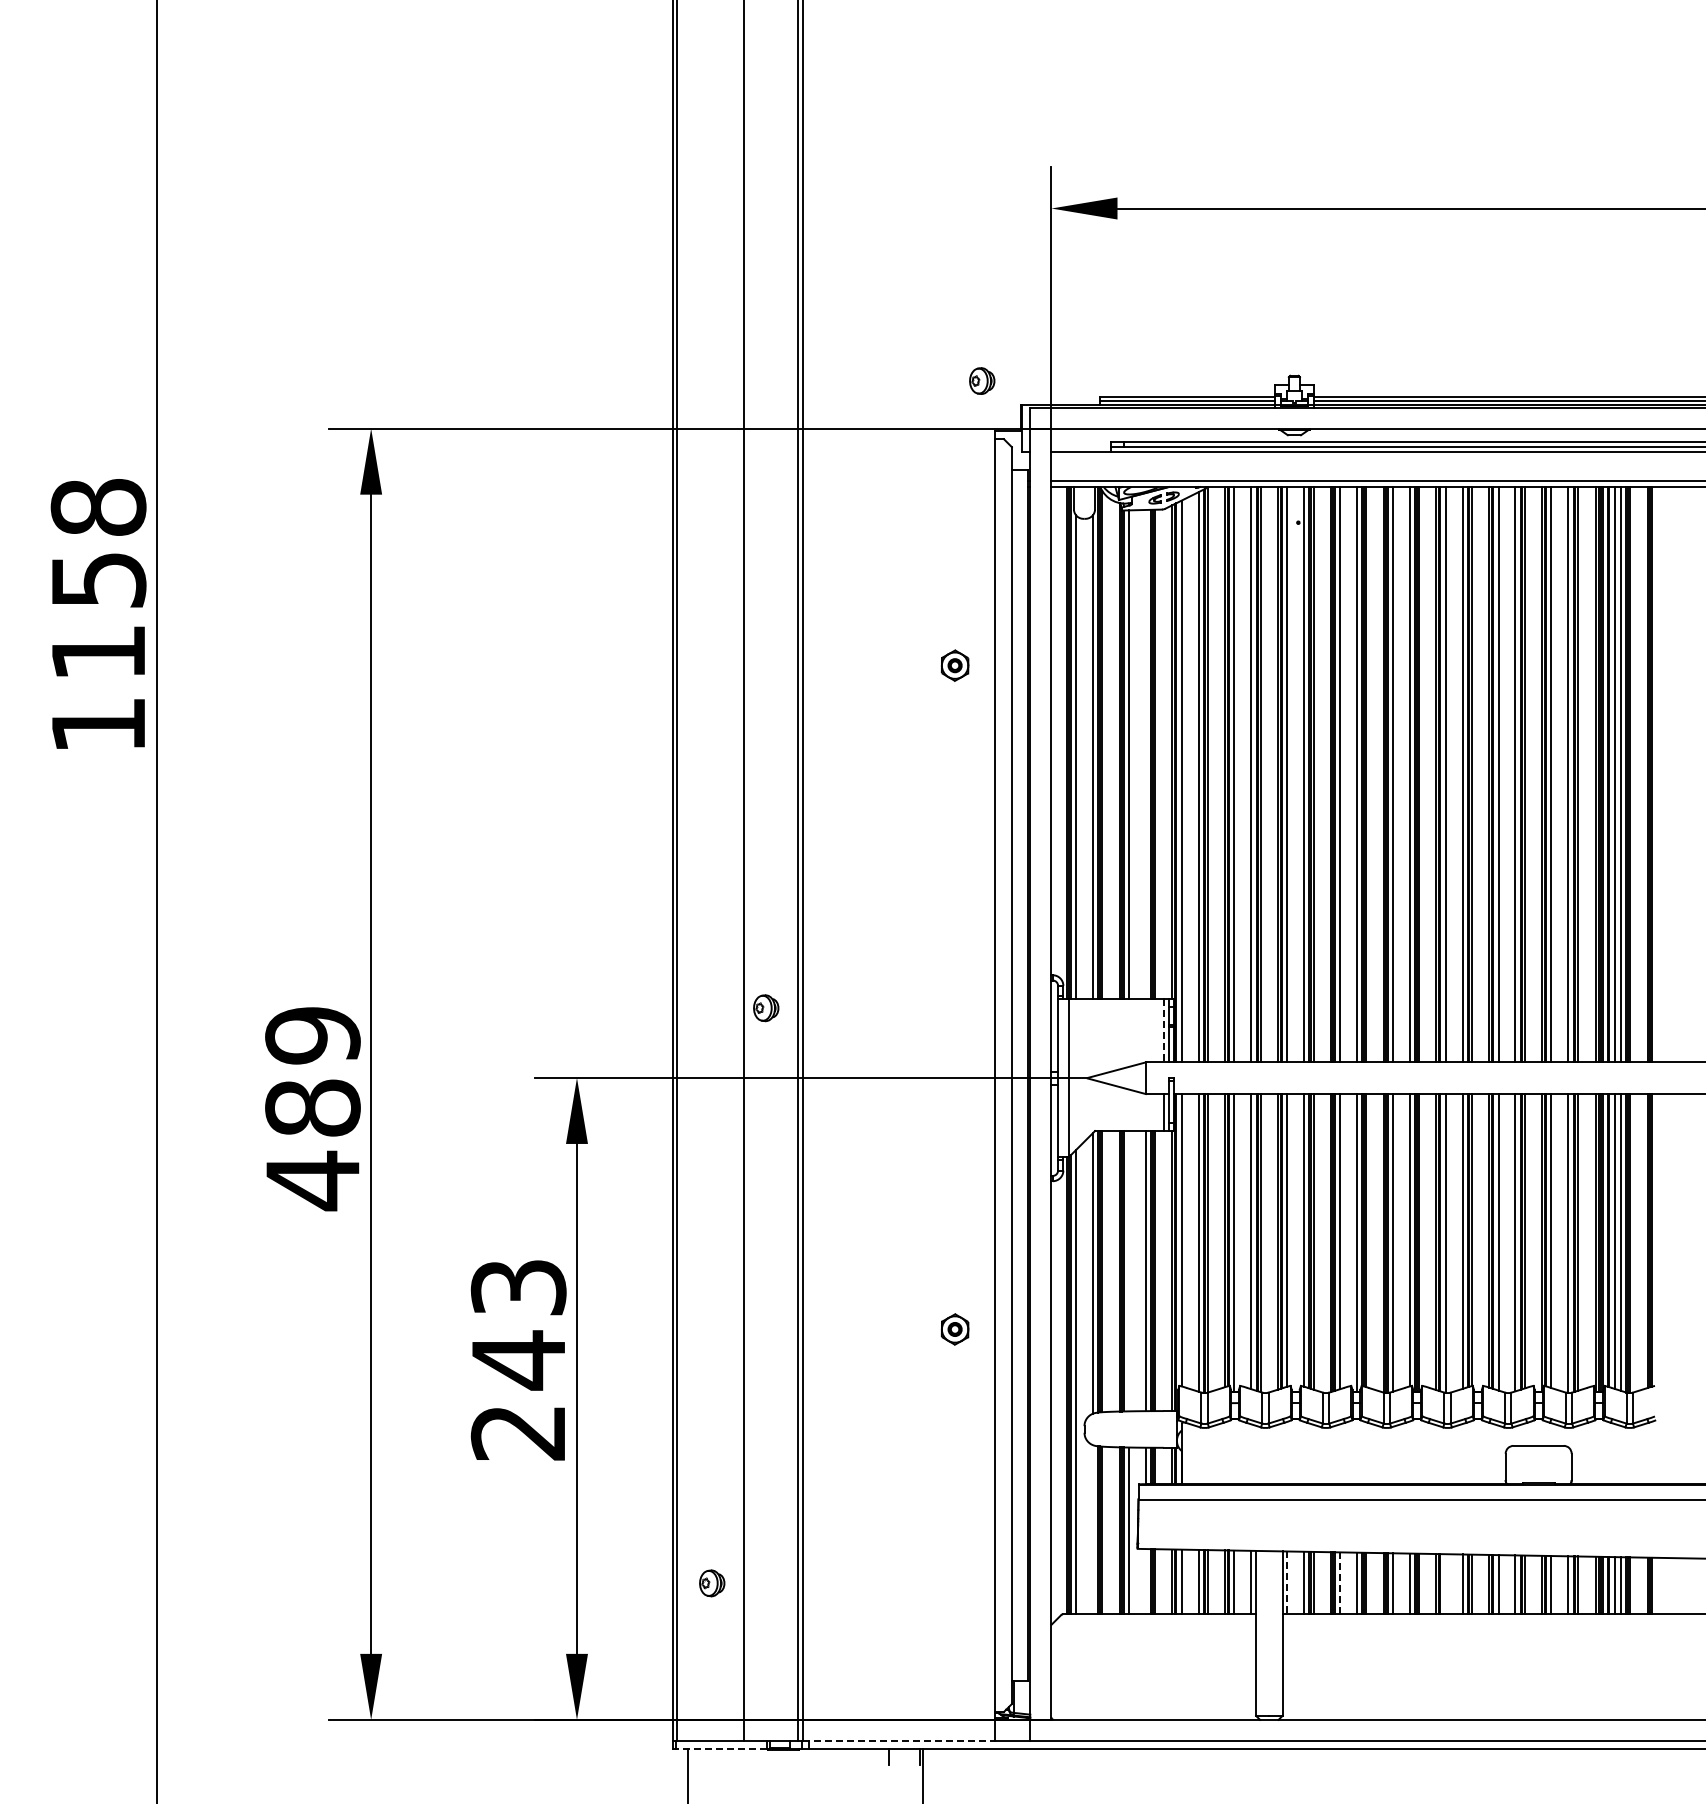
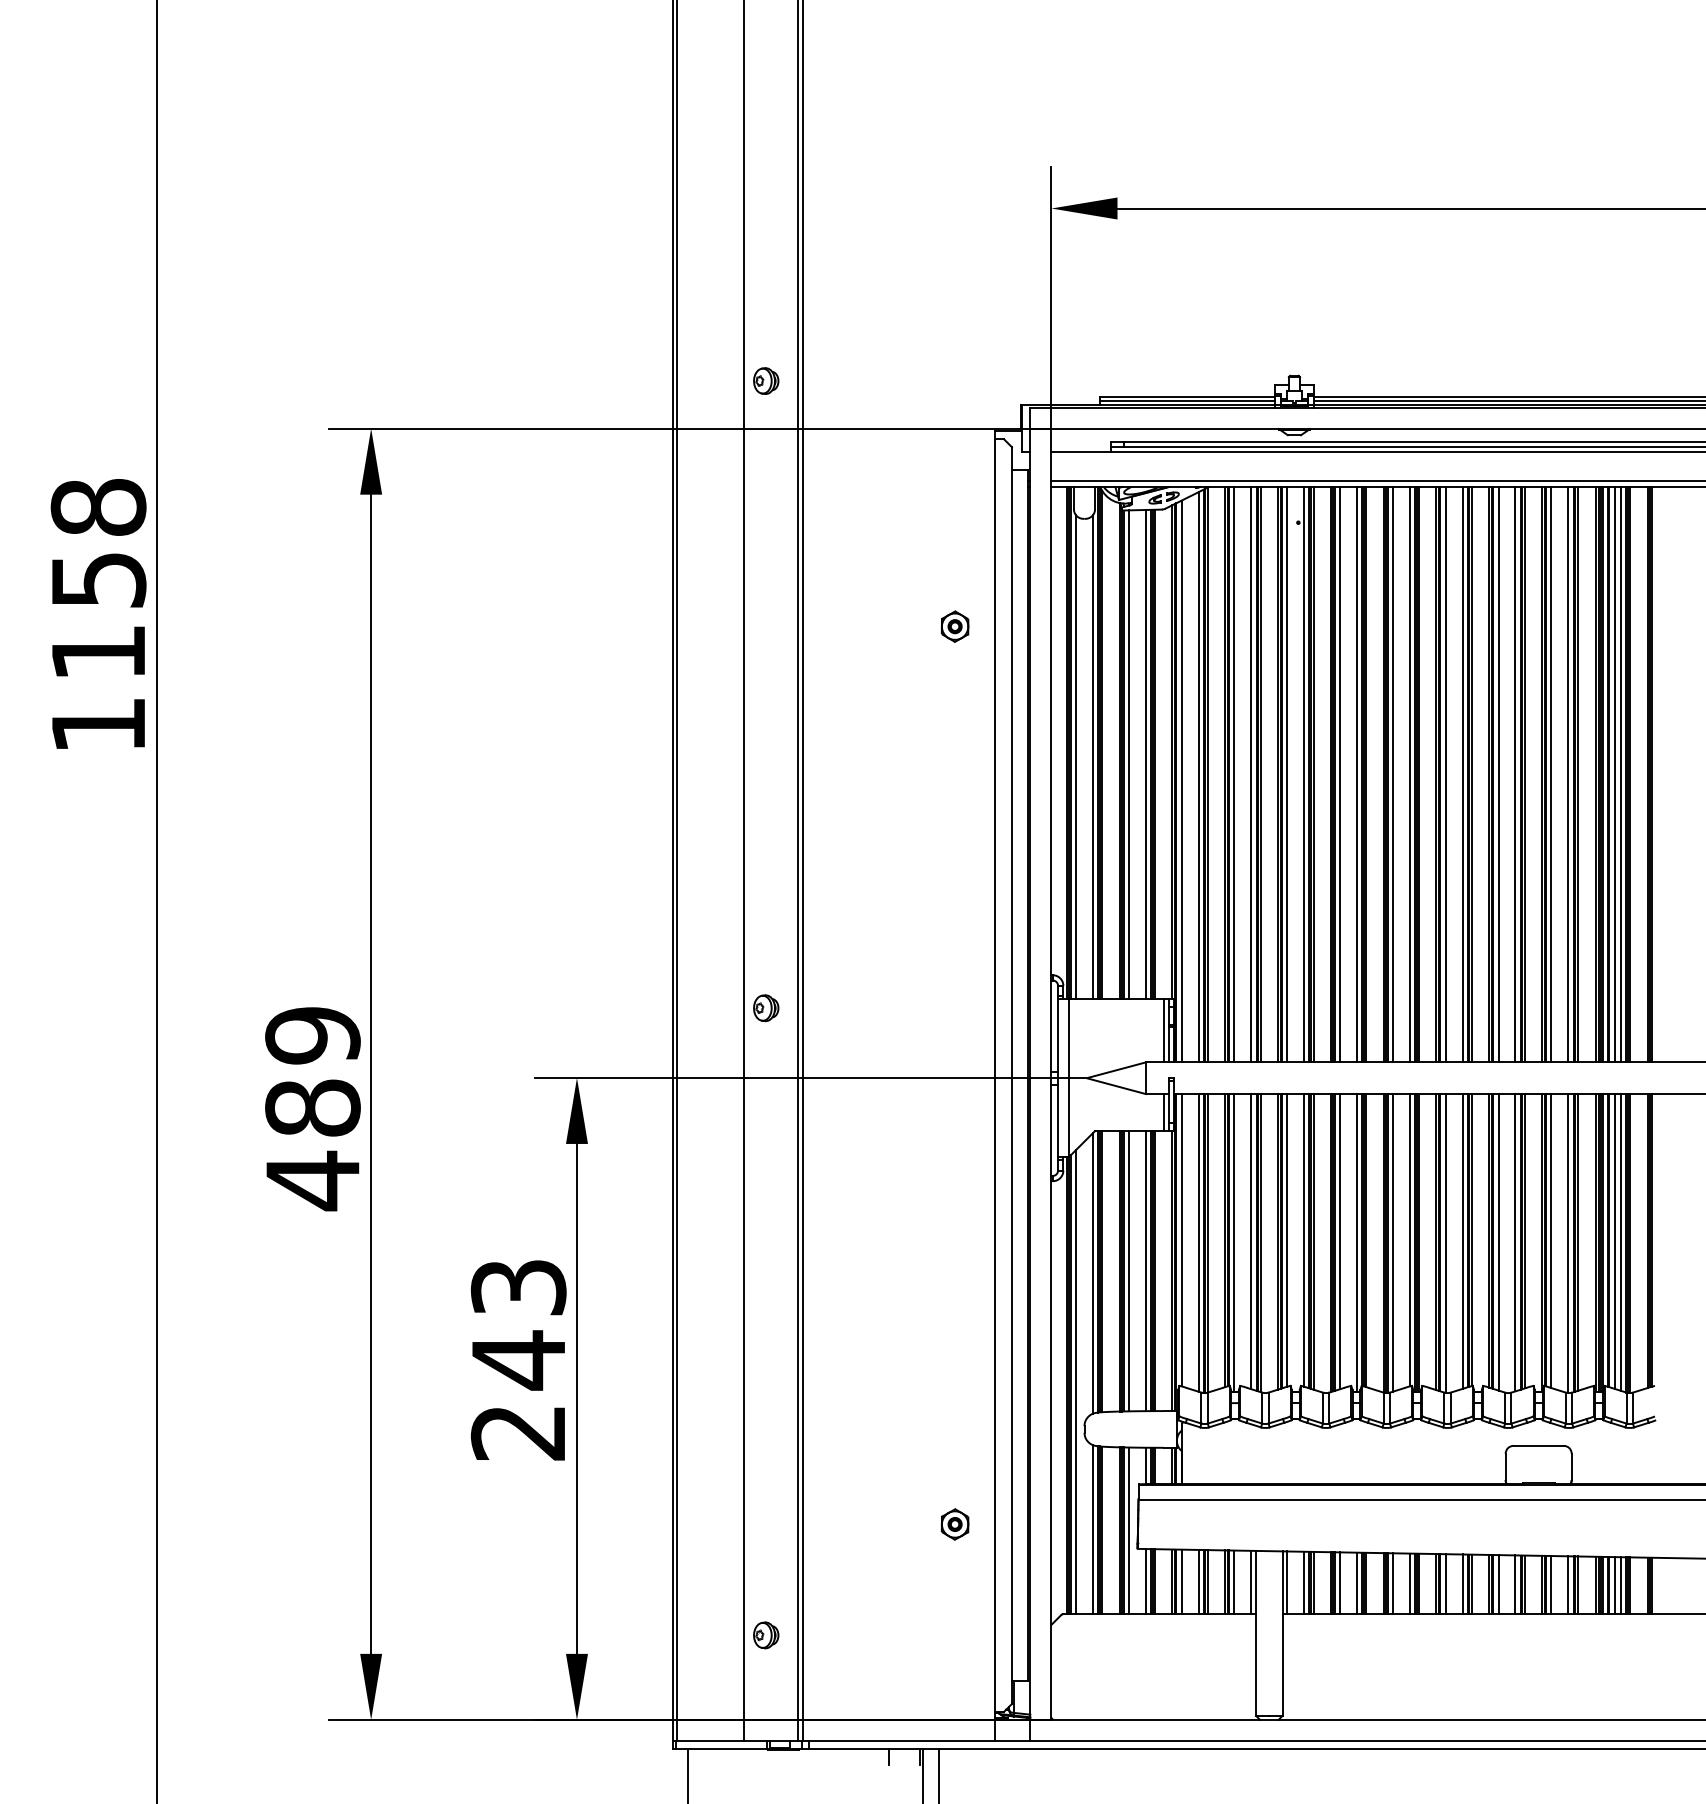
part at (982, 380) position: (982, 380) -> (766, 380)
part at (954, 665) position: (954, 665) -> (954, 626)
line at (1145, 754): none -> present
line at (1163, 1030): dashed -> solid
line at (1128, 1271): none -> present
part at (954, 1329) position: (954, 1329) -> (954, 1524)
line at (1092, 1529): none -> present
line at (1145, 1581): none -> present
part at (712, 1583) position: (712, 1583) -> (766, 1635)
line at (1287, 1583): dashed -> solid
line at (1340, 1583): dashed -> solid
line at (1445, 1584): none -> present
line at (898, 1741): dashed -> solid
line at (721, 1748): dashed -> solid
line at (939, 1774): none -> present
